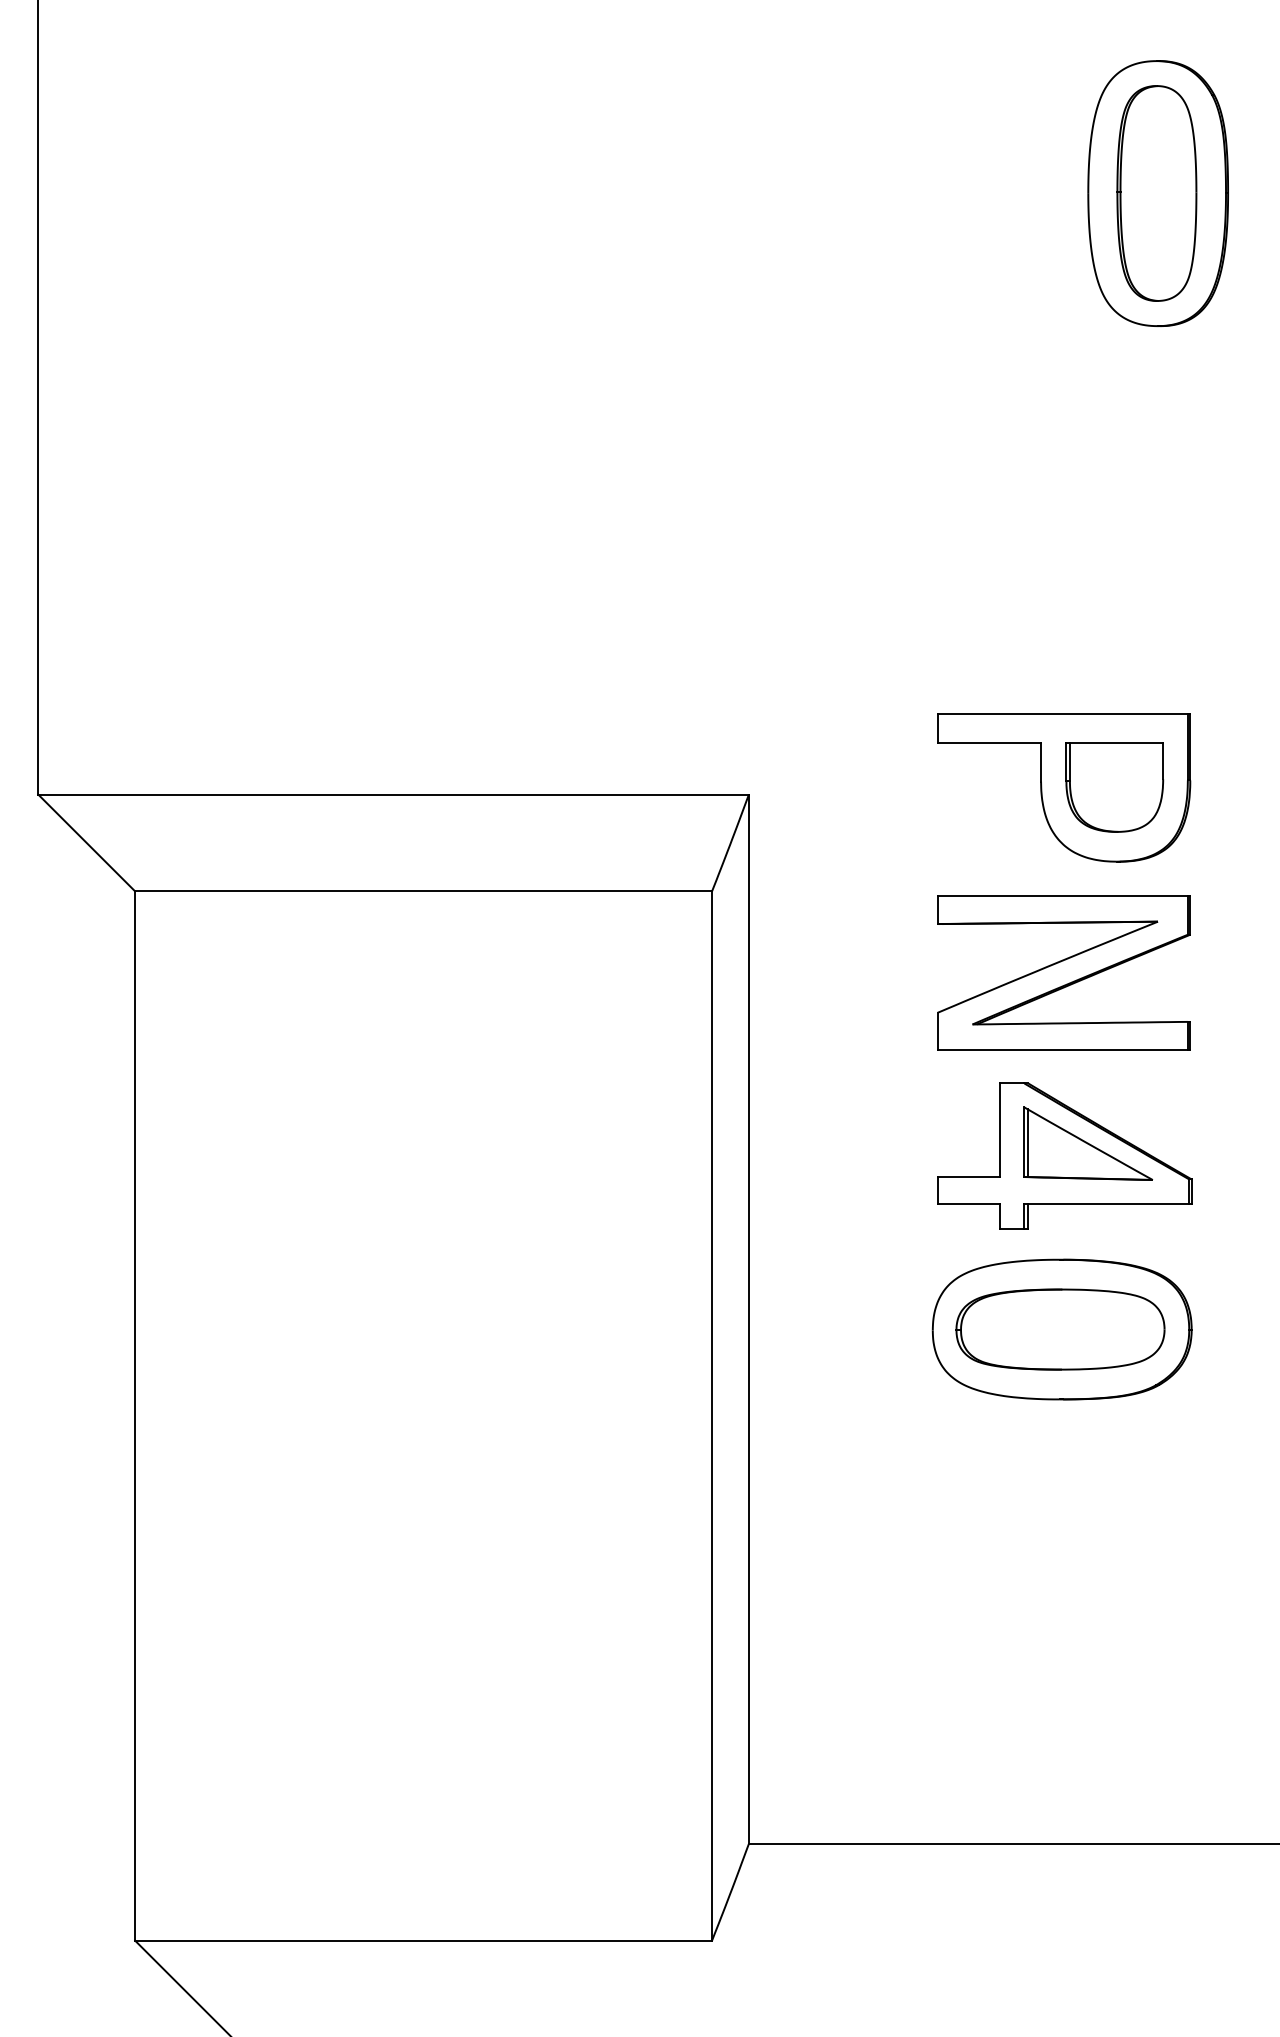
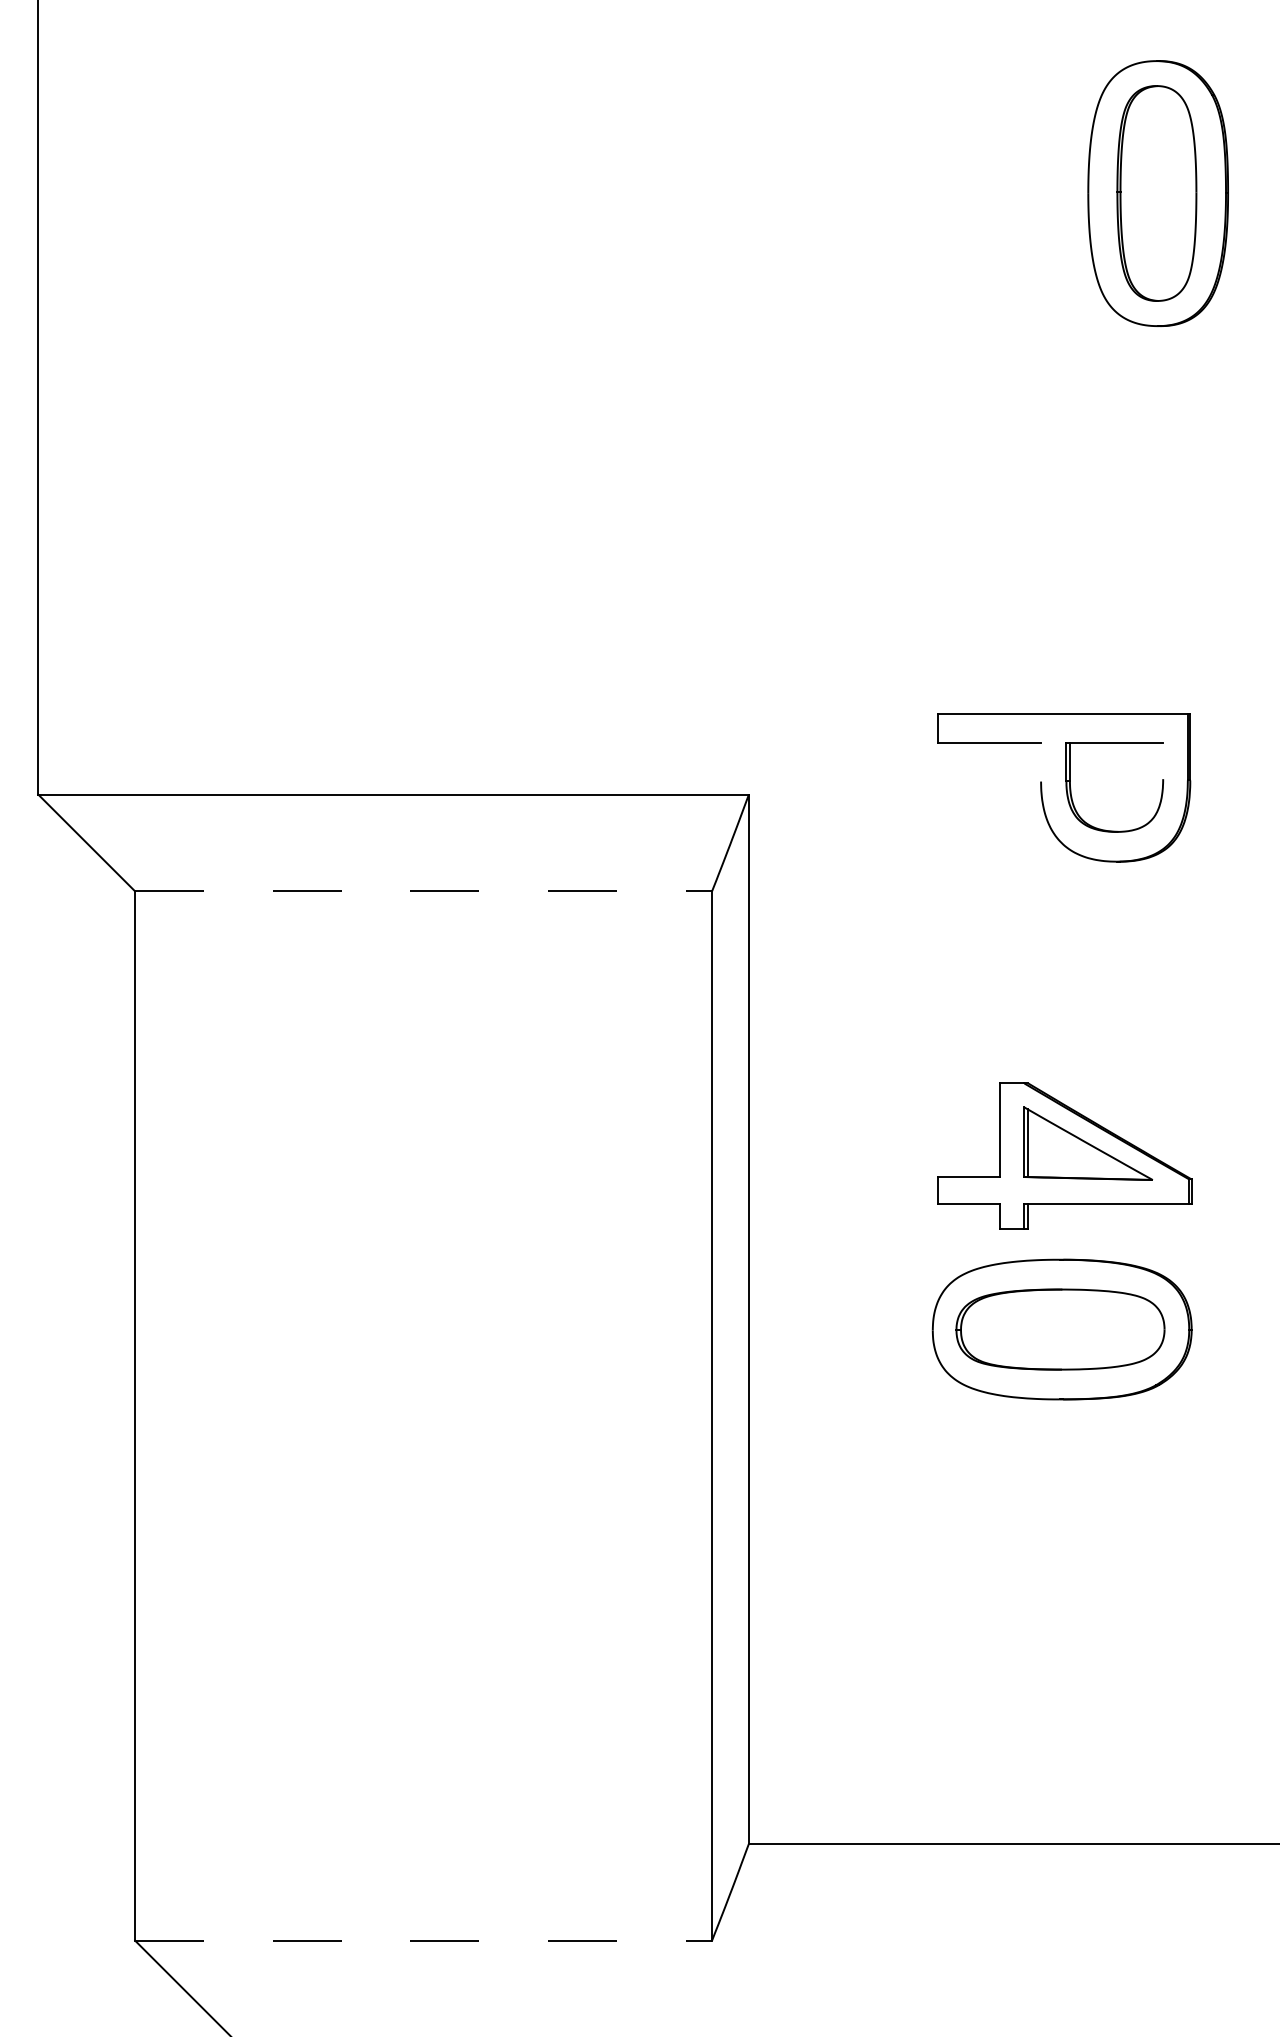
line at (1163, 760): present -> none
line at (1041, 761): present -> none
line at (424, 891): solid -> dashed
part at (1063, 972): present -> none
line at (424, 1940): solid -> dashed
